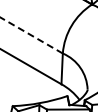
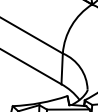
line at (31, 35): dashed -> solid
